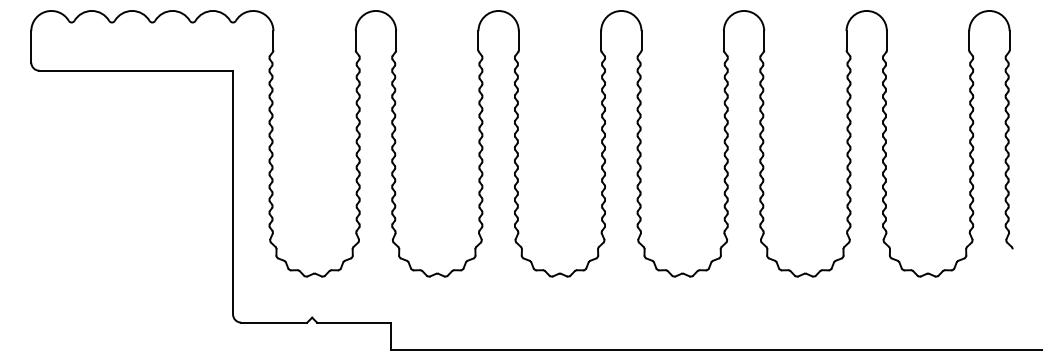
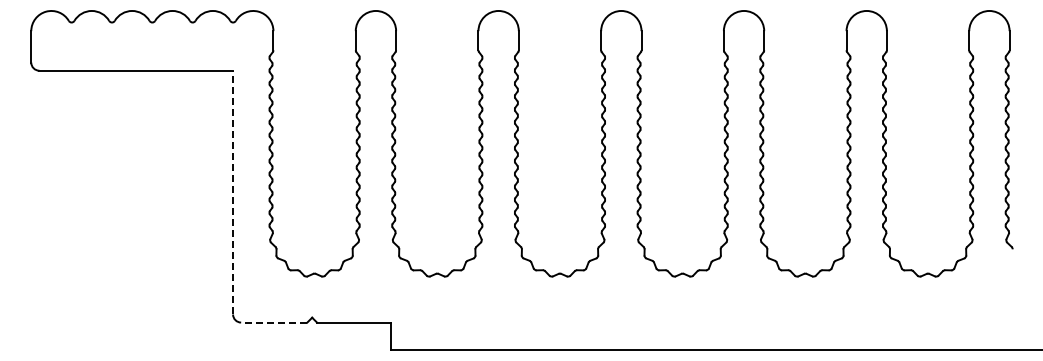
line at (233, 192): solid -> dashed
line at (273, 322): solid -> dashed
